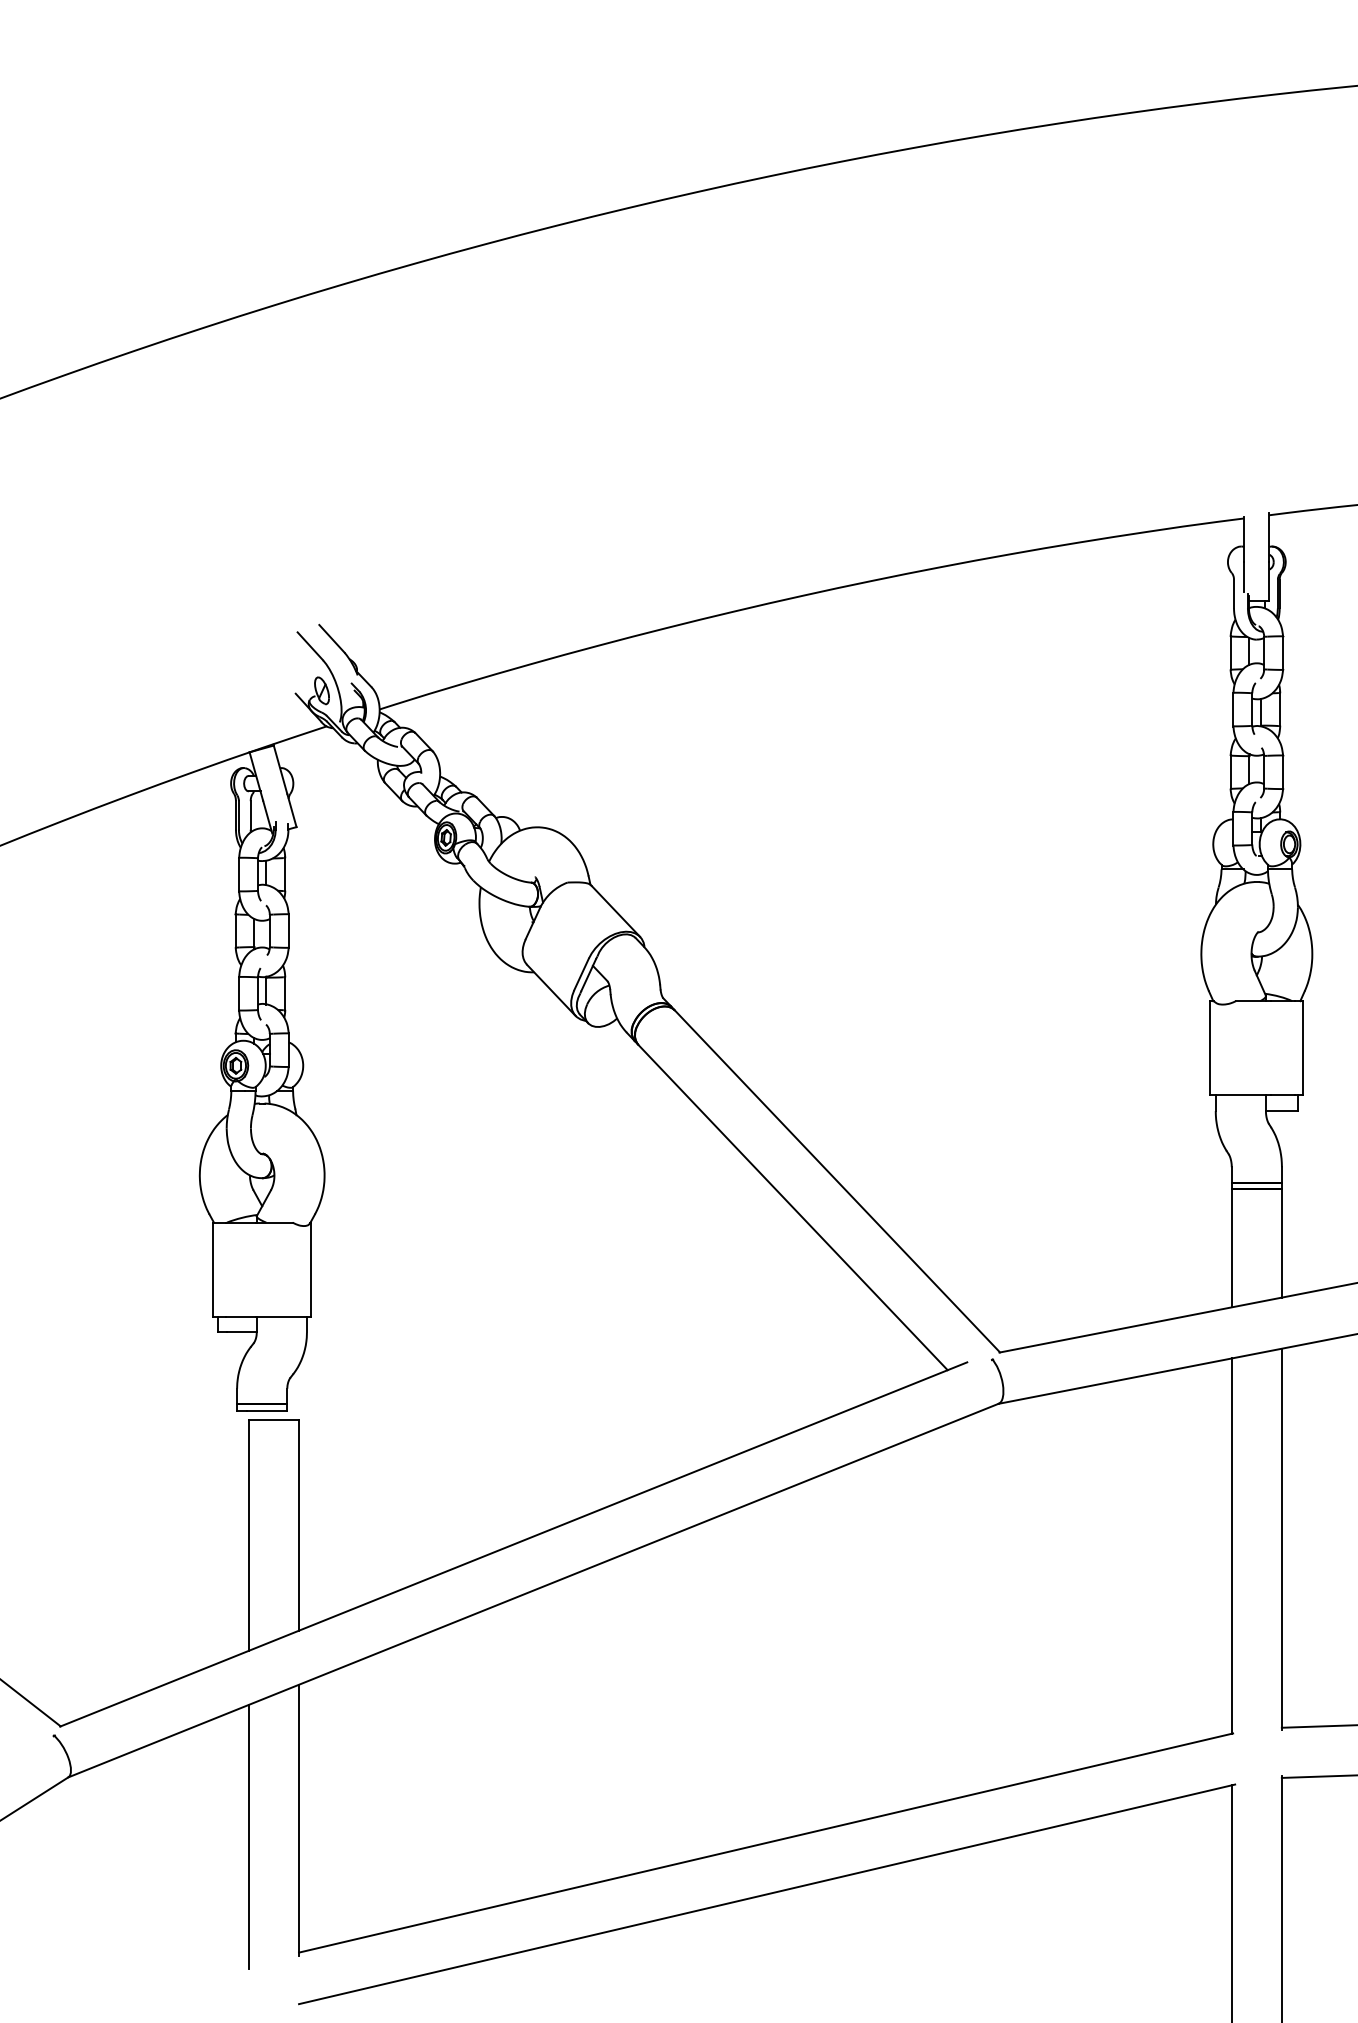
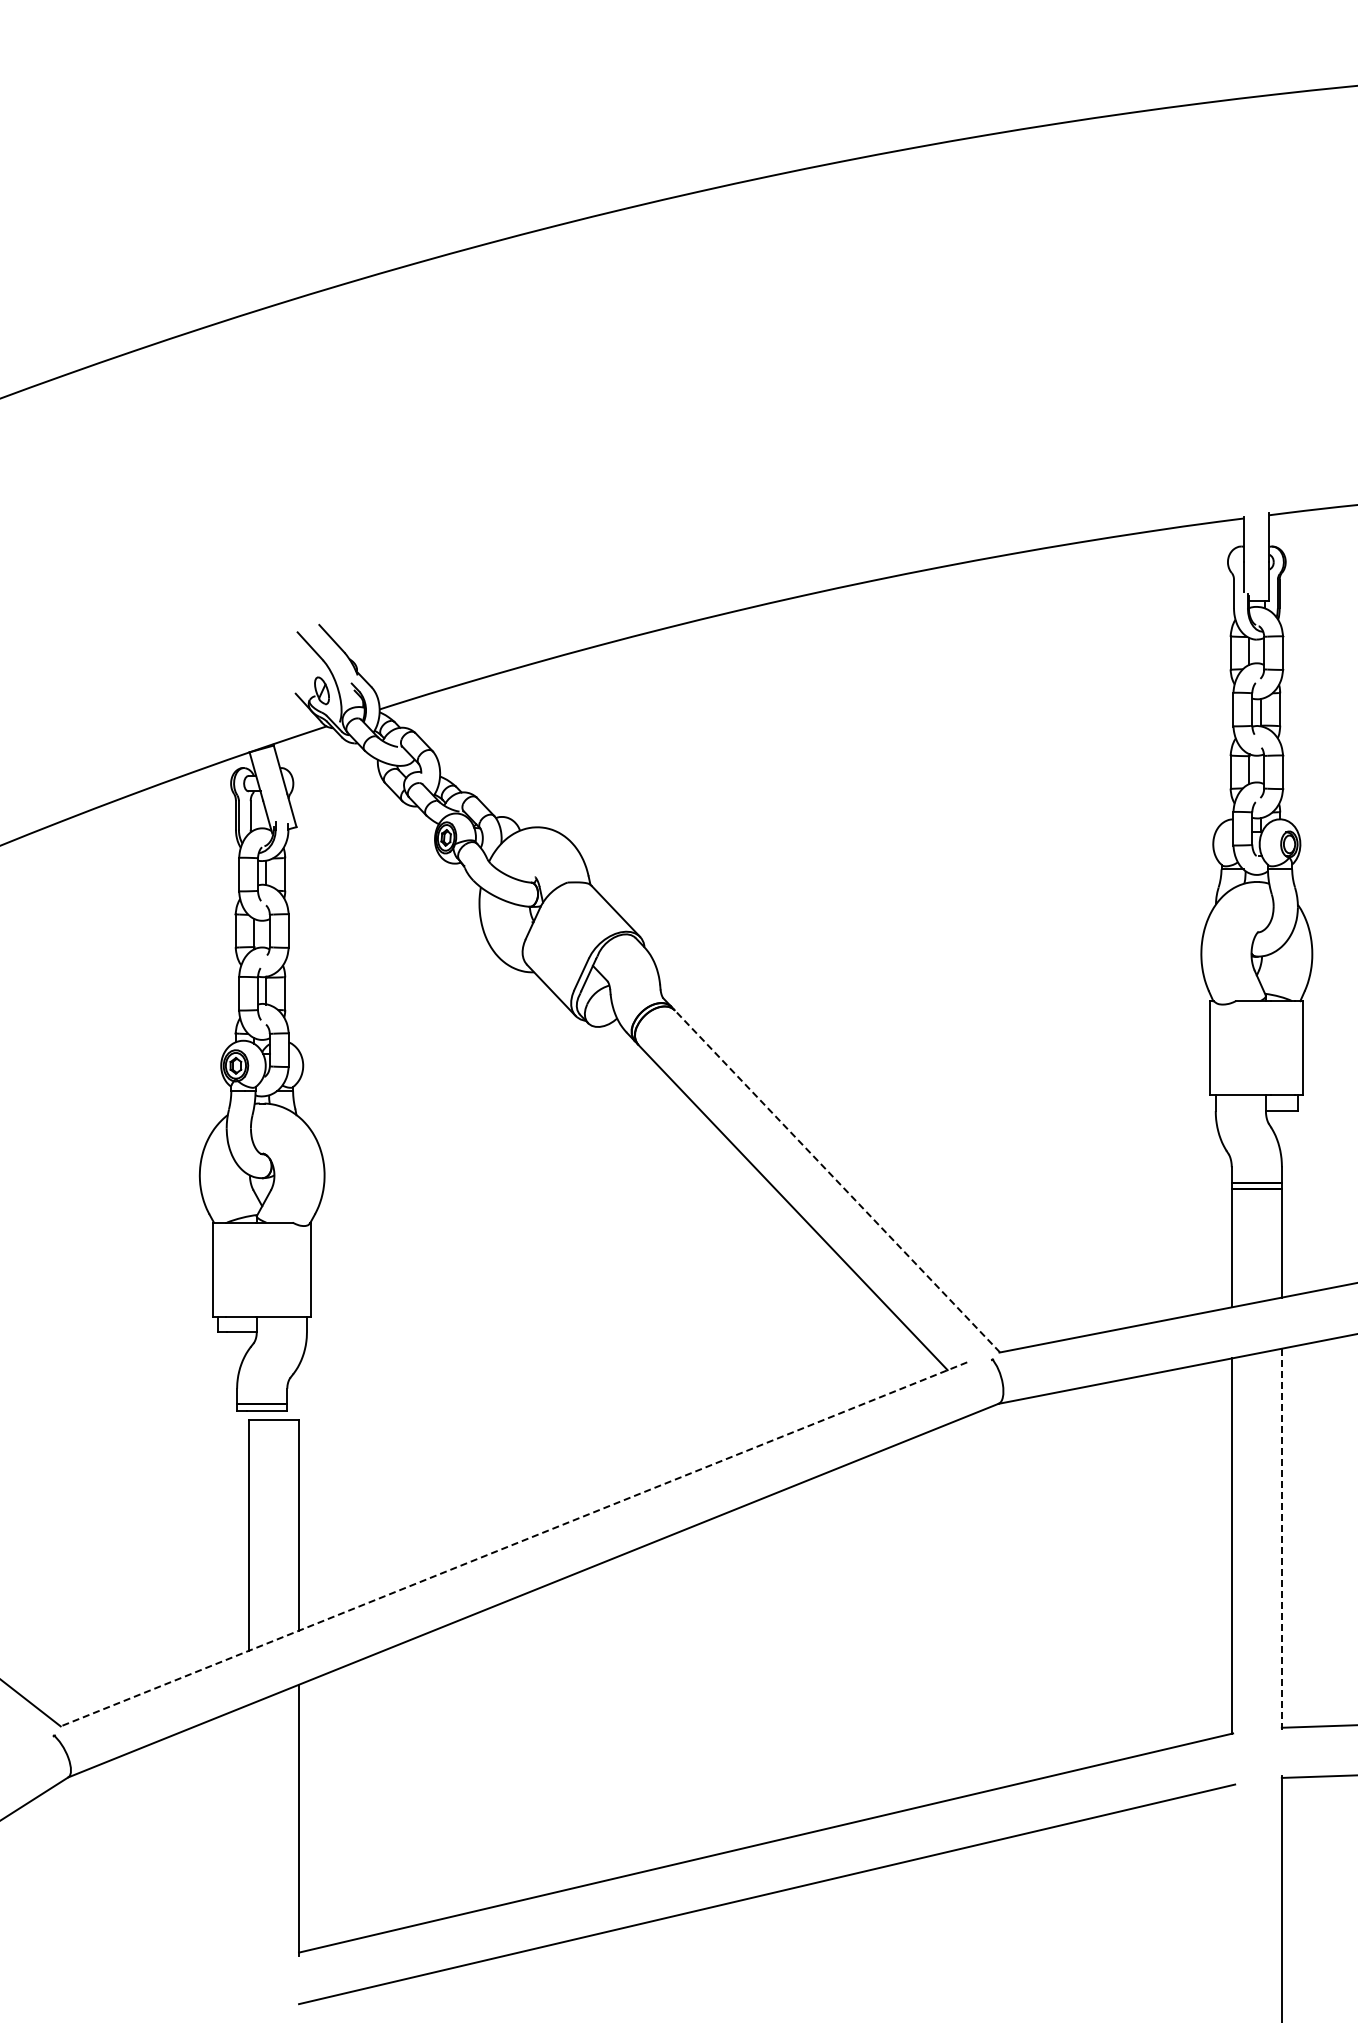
line at (837, 1180): solid -> dashed
line at (1281, 1539): solid -> dashed
line at (513, 1544): solid -> dashed
line at (248, 1836): present -> none
line at (1231, 1902): present -> none
